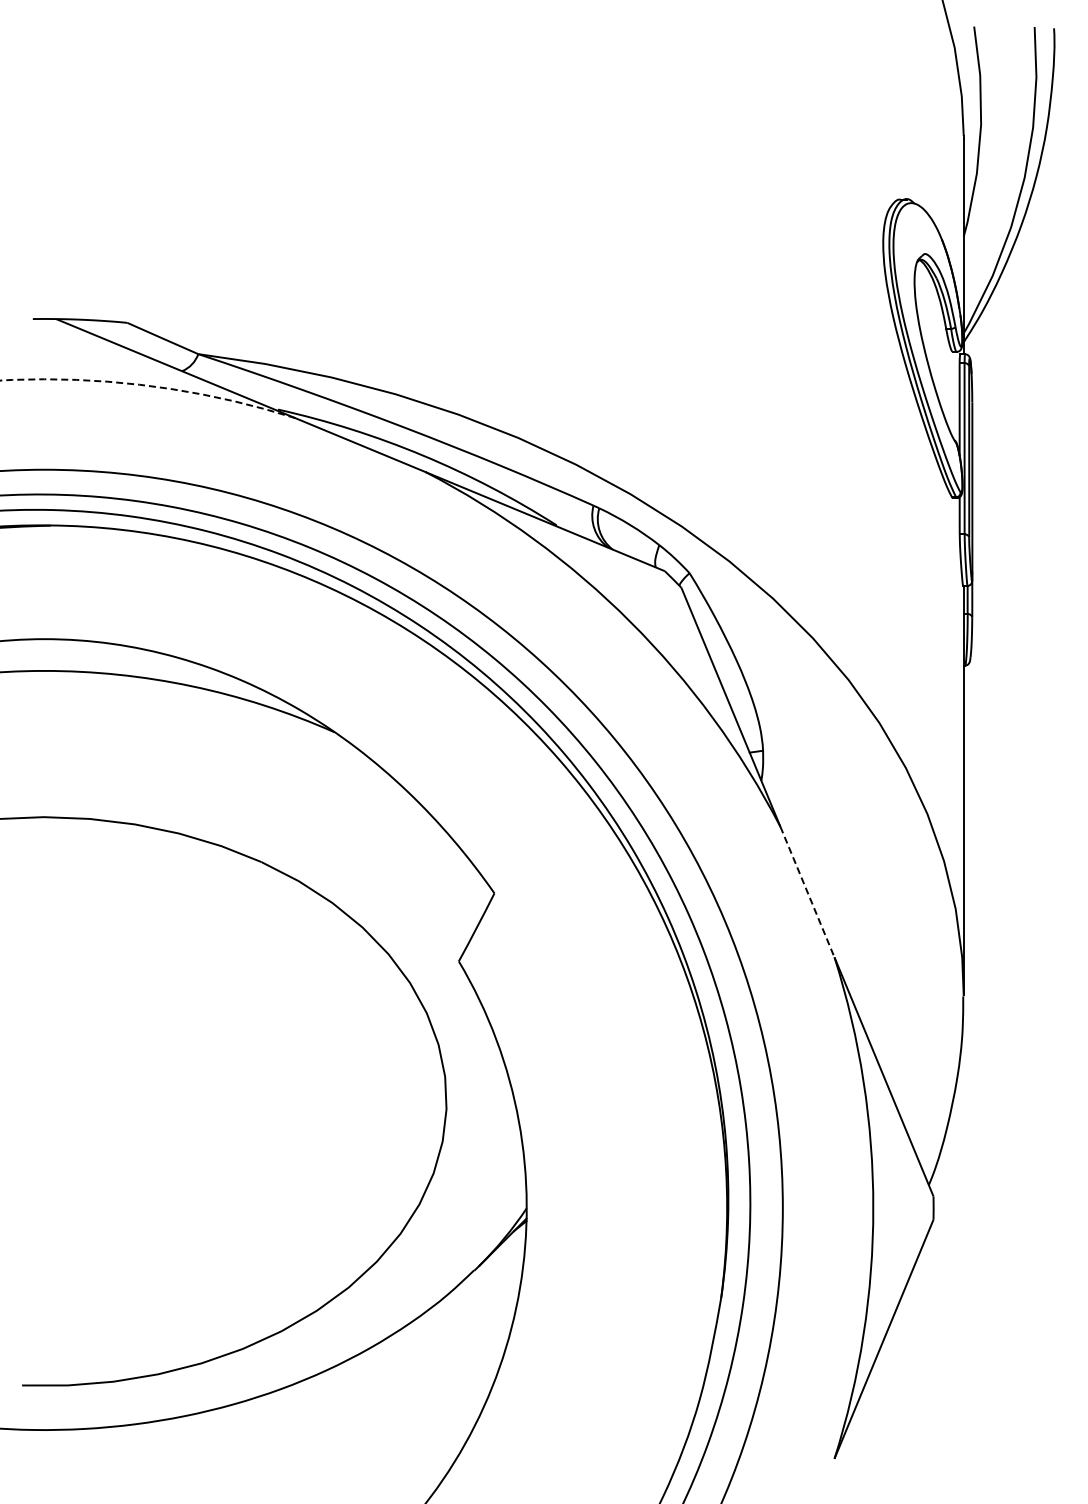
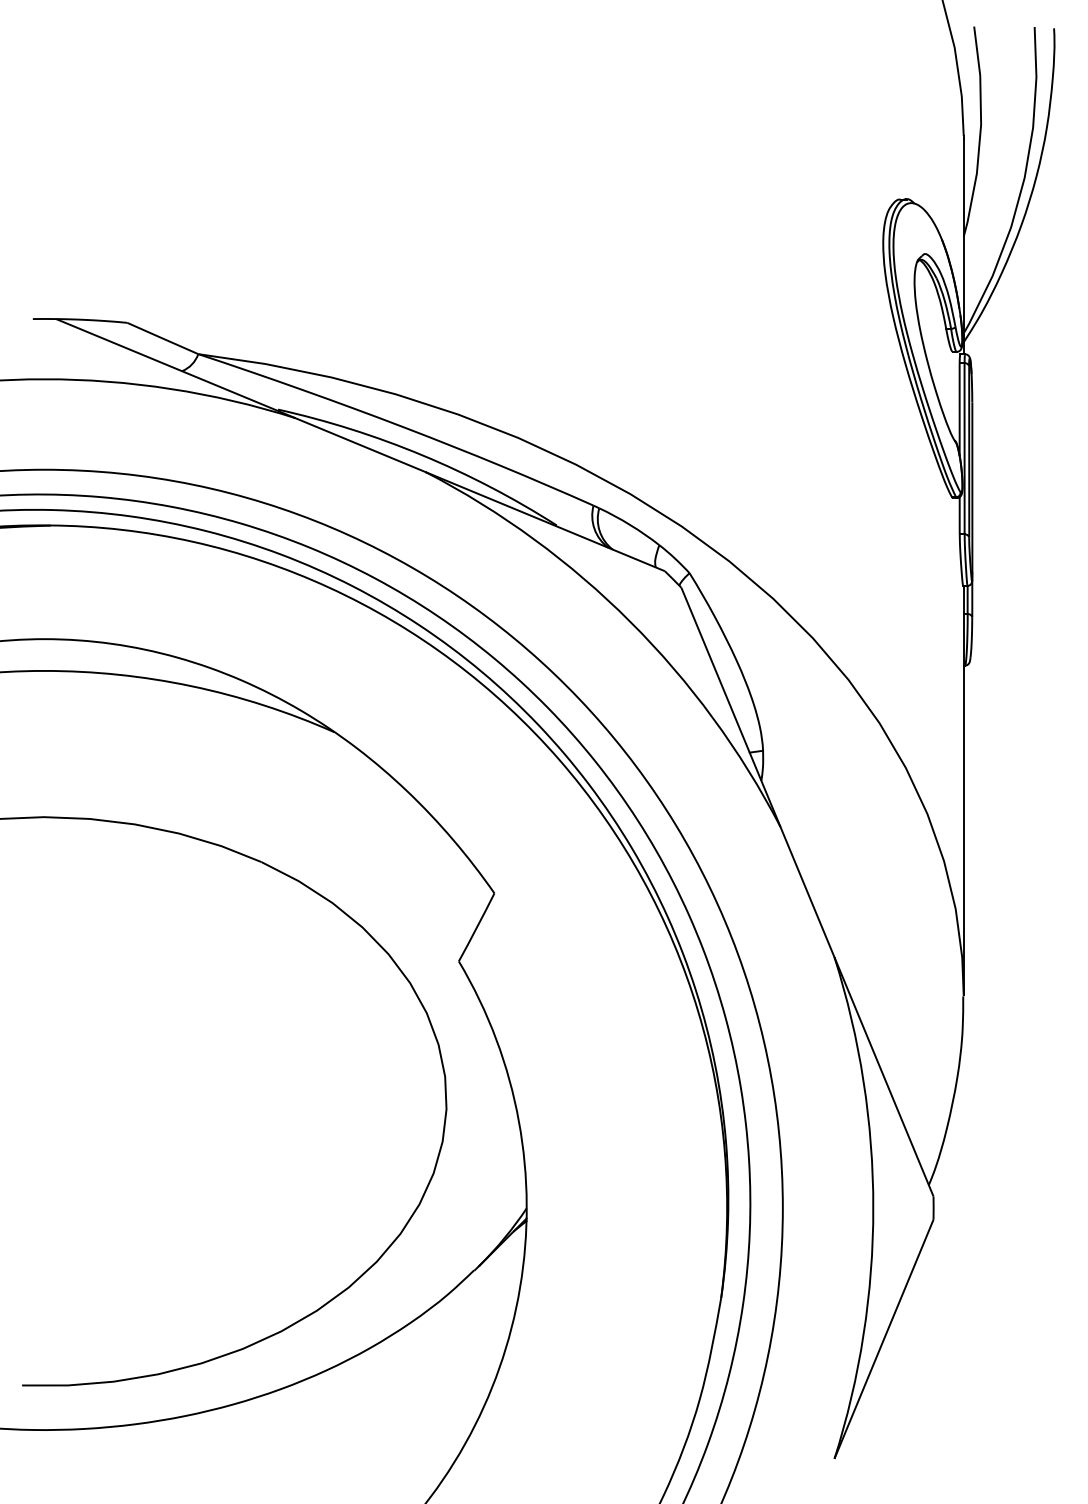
arc at (150, 386): dashed -> solid
line at (807, 892): dashed -> solid
